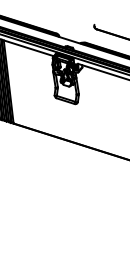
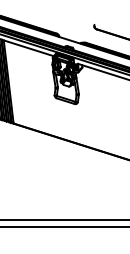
line at (64, 220): none -> present
line at (64, 227): none -> present
